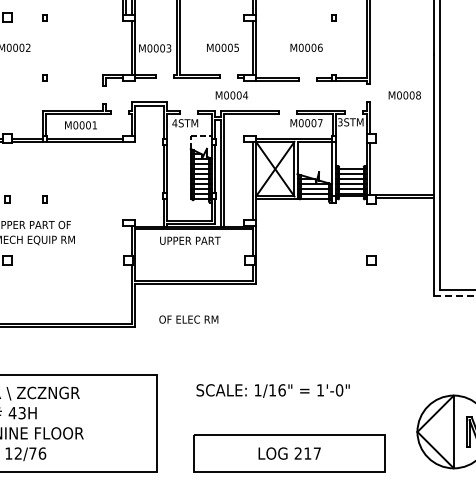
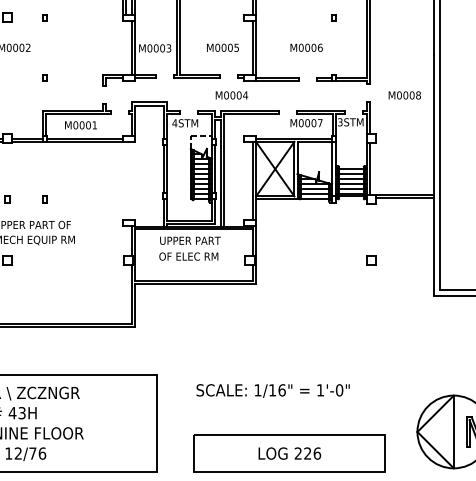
line at (454, 296): dashed -> solid
text at (188, 319) position: (188, 319) -> (188, 256)
text at (312, 453): 217 -> 226
